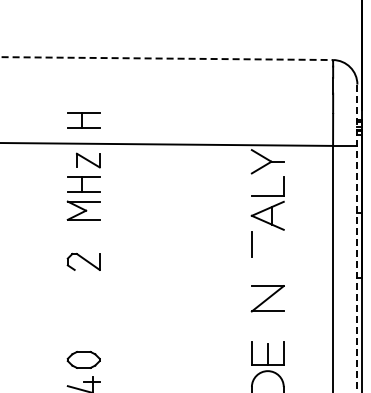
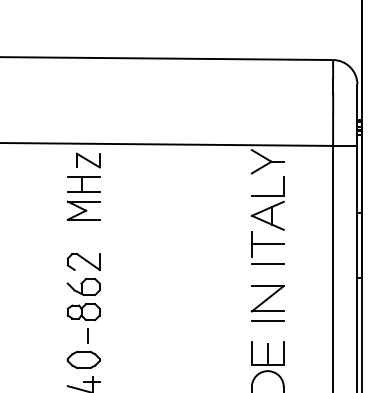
line at (167, 58): dashed -> solid
part at (83, 120): present -> none
line at (357, 238): dashed -> solid
line at (267, 244): none -> present
line at (267, 264): none -> present
part at (83, 310): none -> present
line at (267, 320): none -> present
